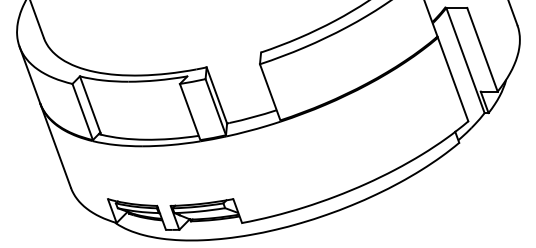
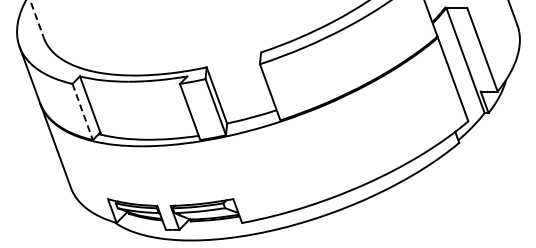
line at (37, 19): solid -> dashed
line at (82, 112): solid -> dashed
